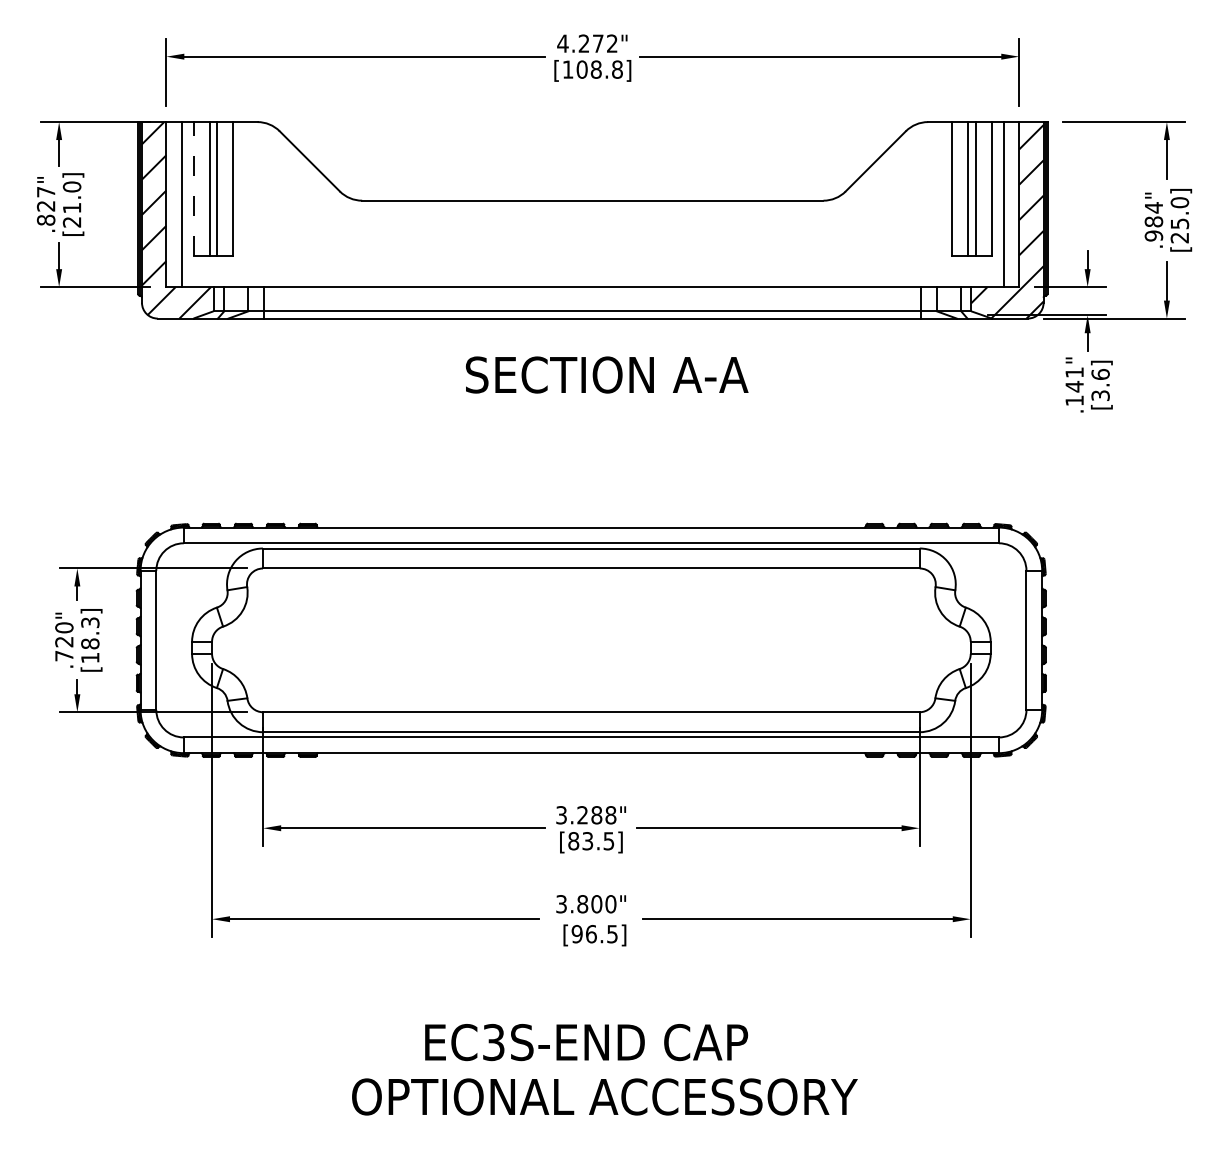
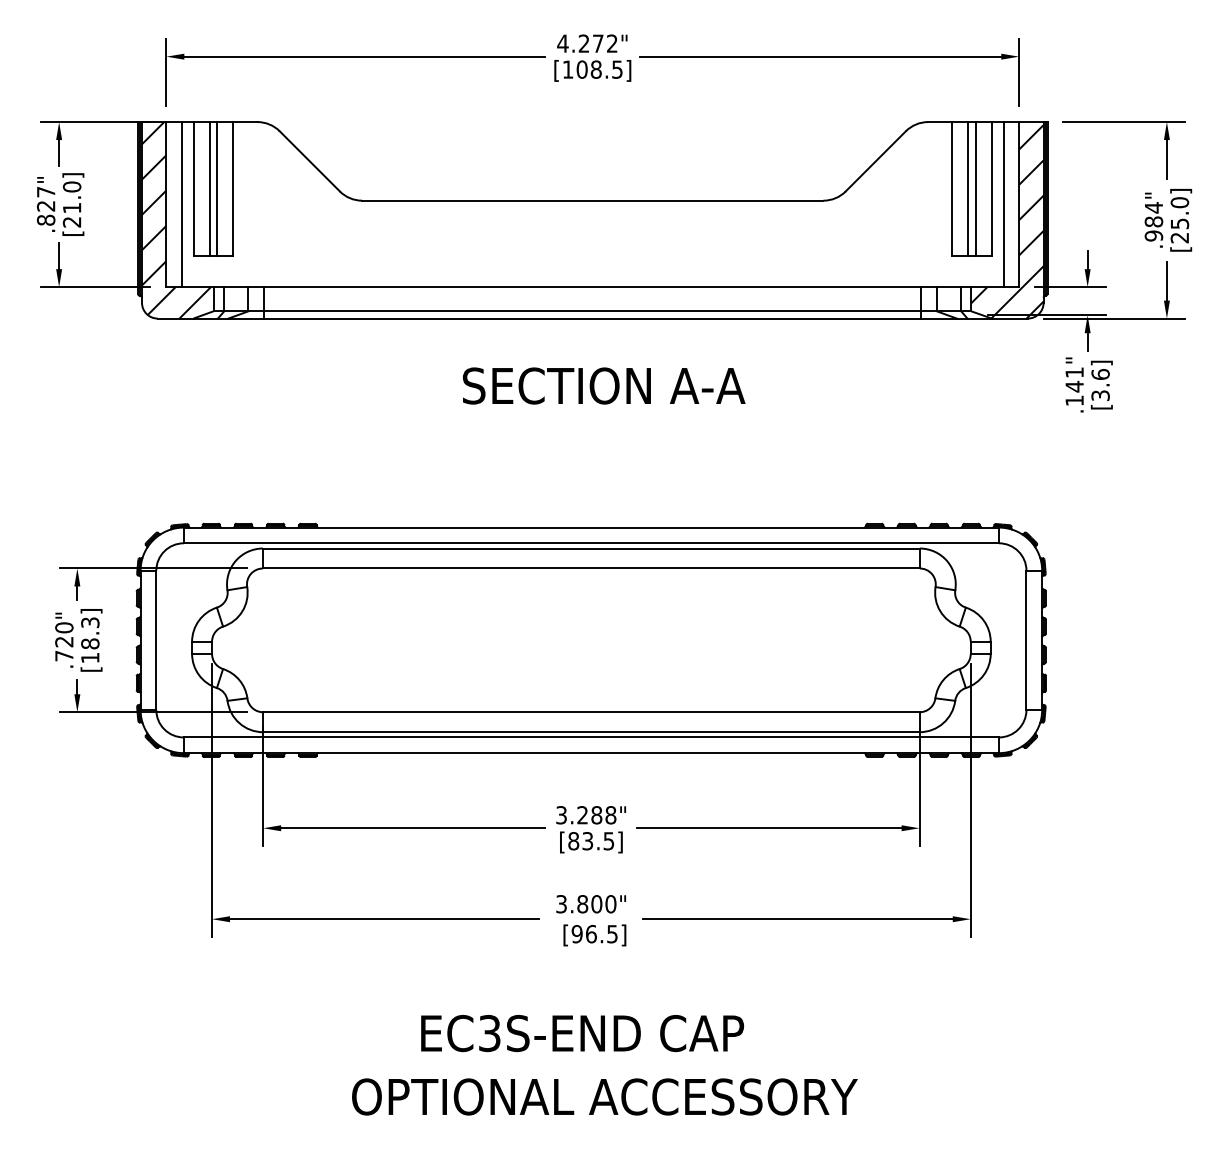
text at (617, 69): [108.8] -> [108.5]
line at (193, 188): dashed -> solid
text at (606, 374) position: (606, 374) -> (603, 385)
text at (586, 1042) position: (586, 1042) -> (582, 1033)
